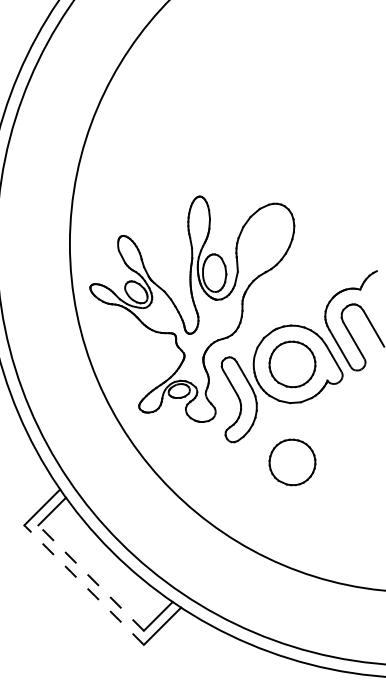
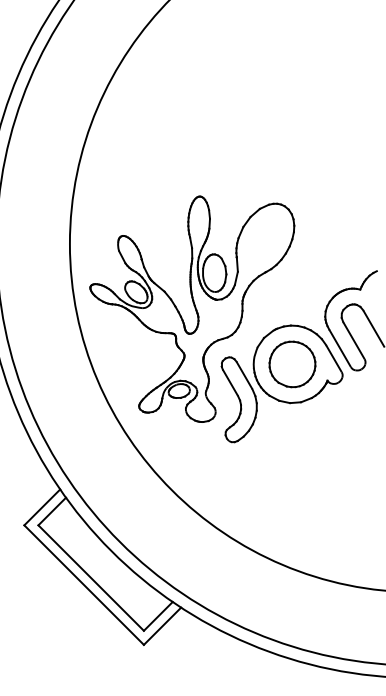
part at (292, 462): present -> none
line at (91, 578): dashed -> solid
line at (84, 585): dashed -> solid
